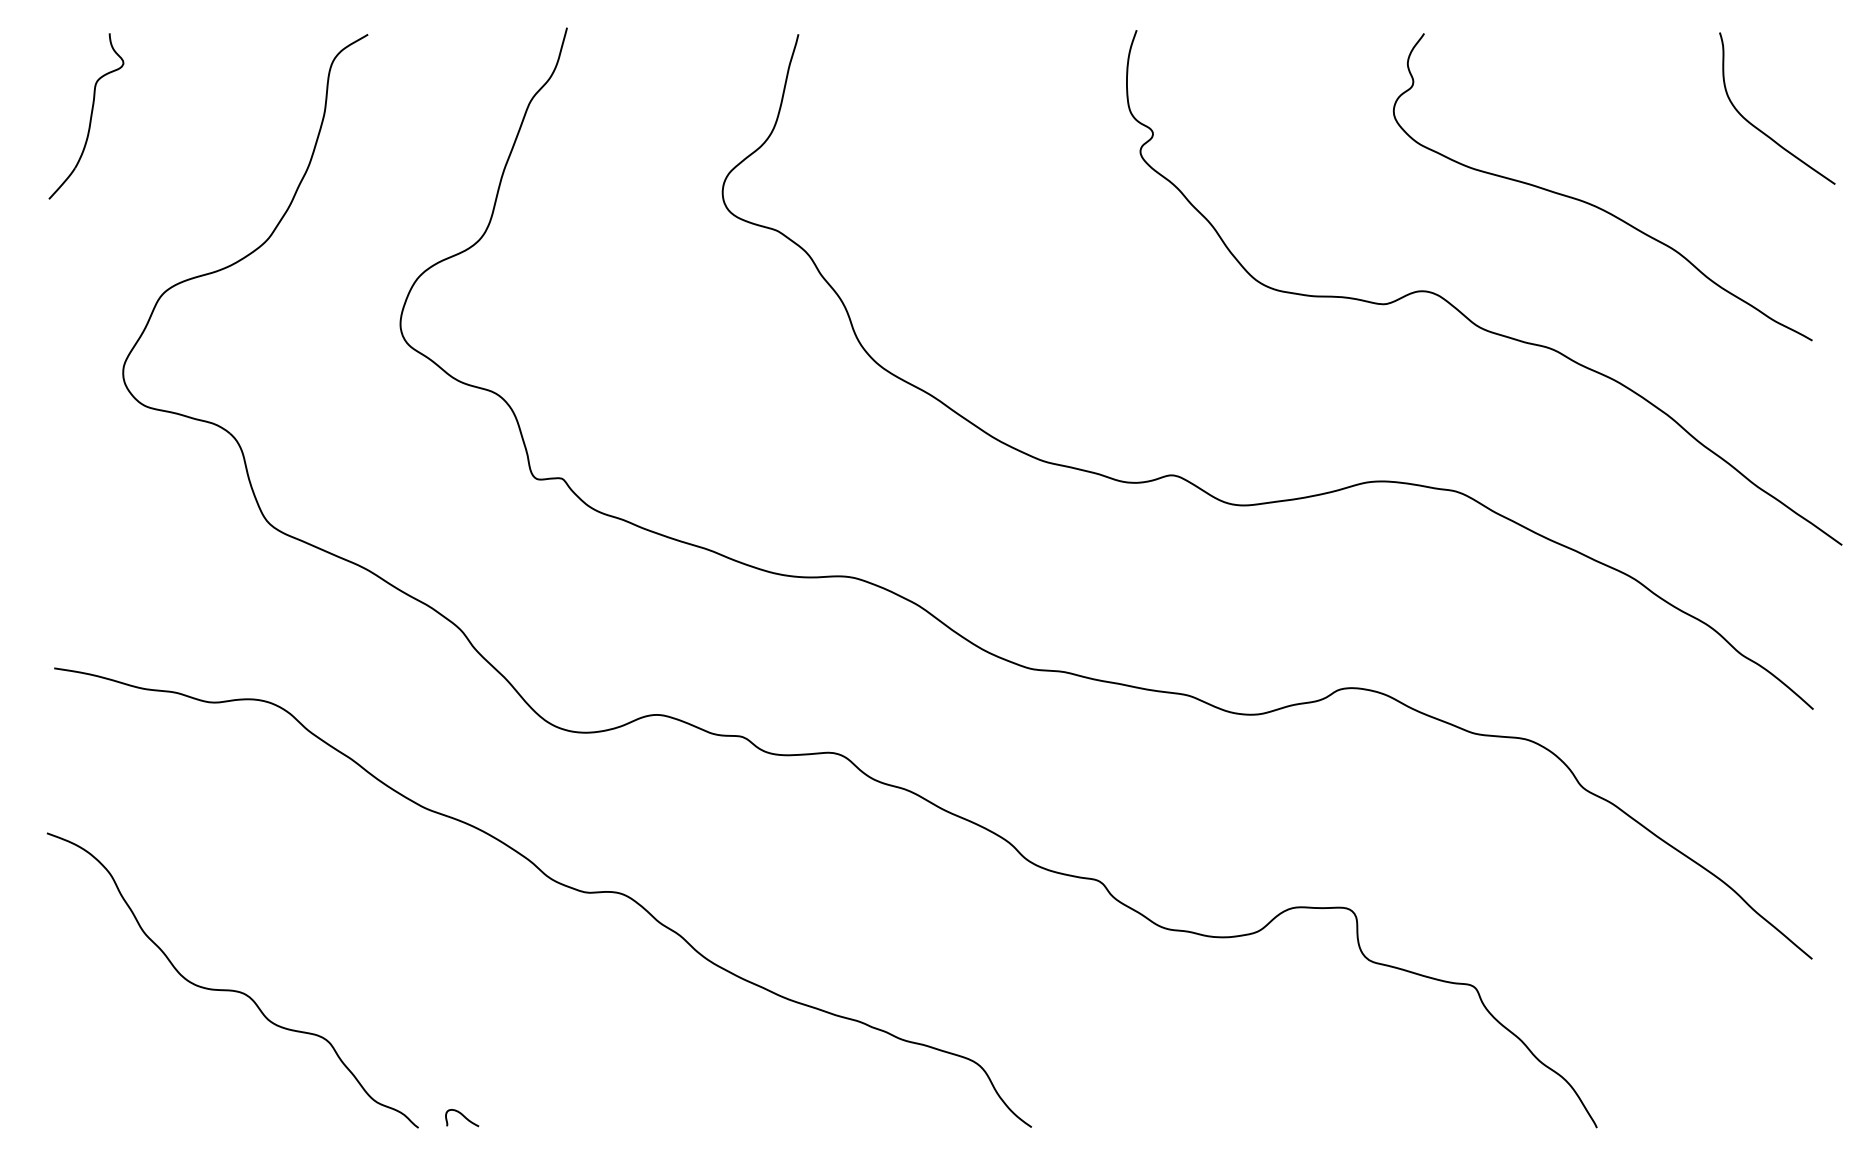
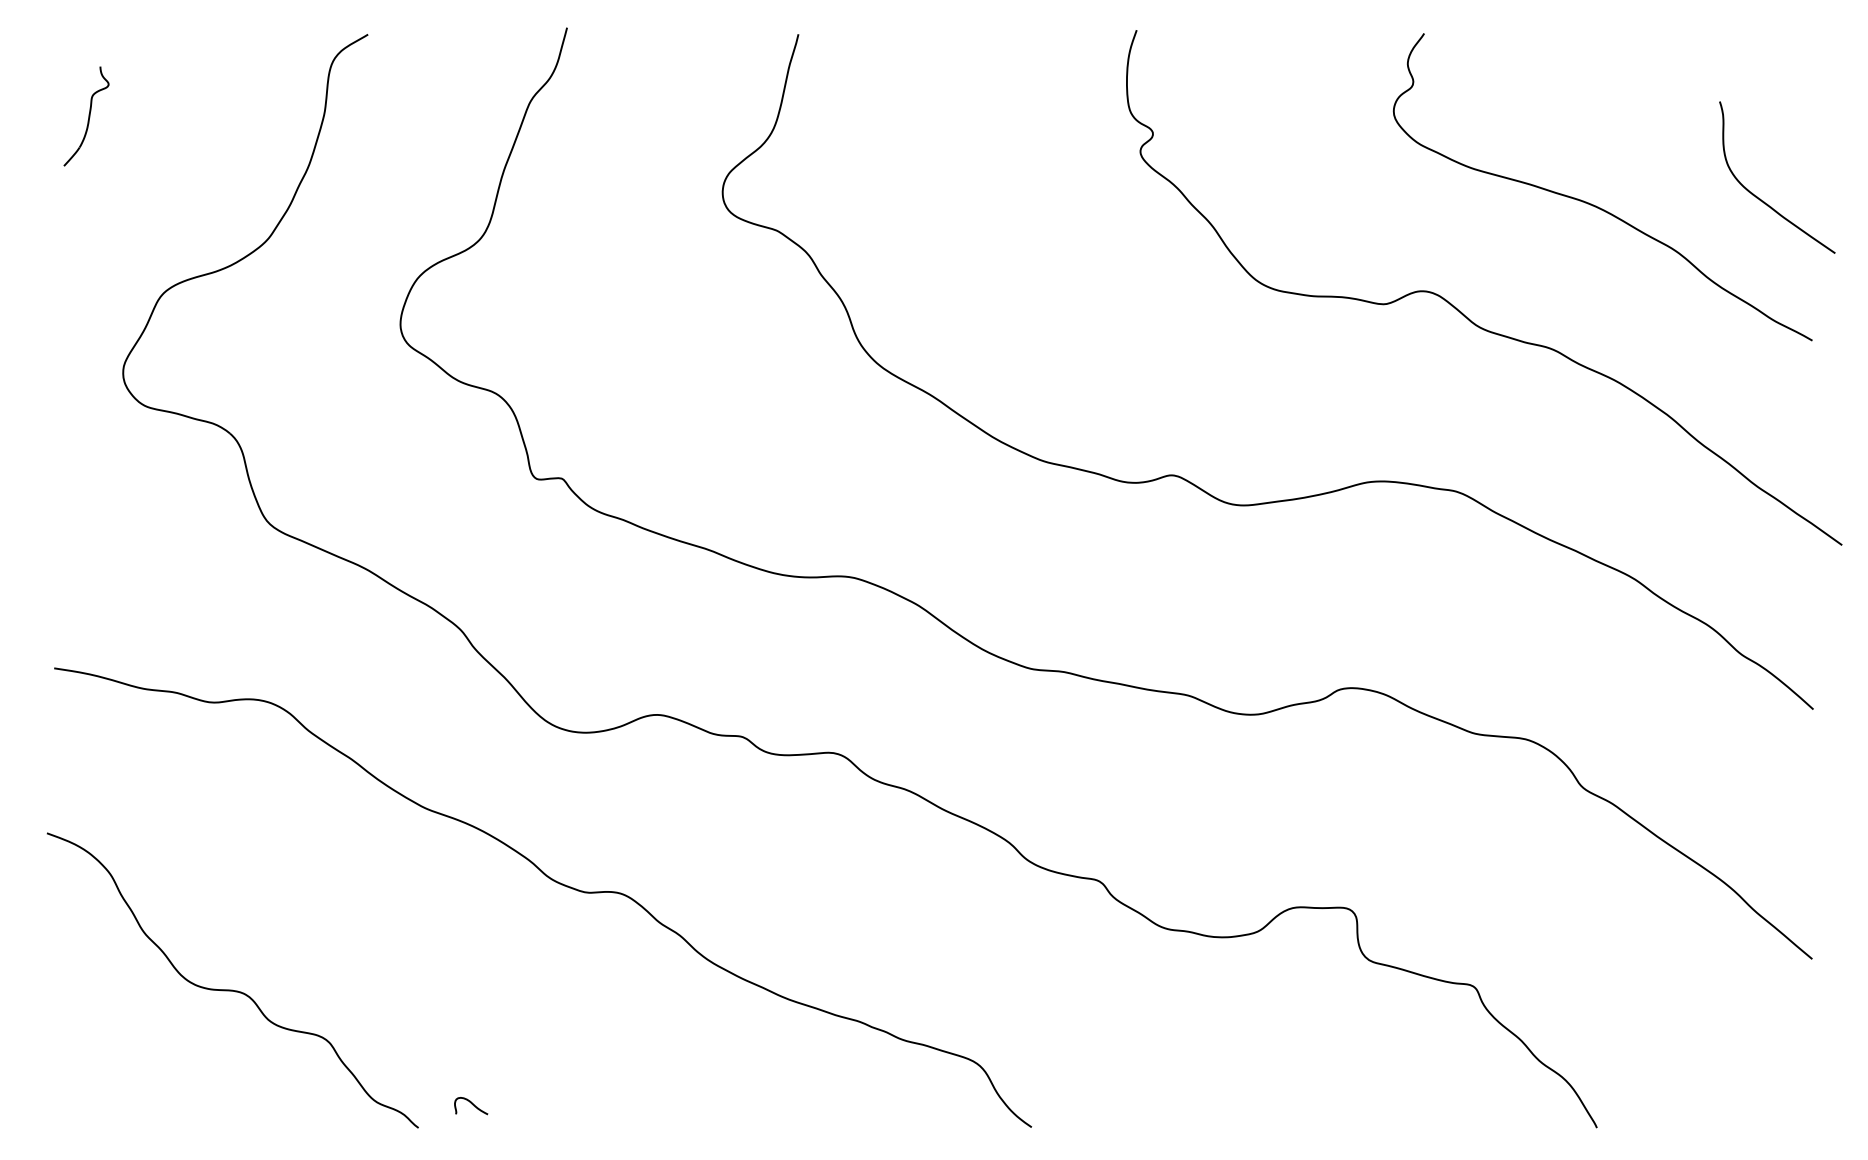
part at (86, 116) size: 77x167 px -> 47x101 px
curve at (1760, 129) position: (1760, 129) -> (1760, 198)
curve at (463, 1117) position: (463, 1117) -> (472, 1105)
